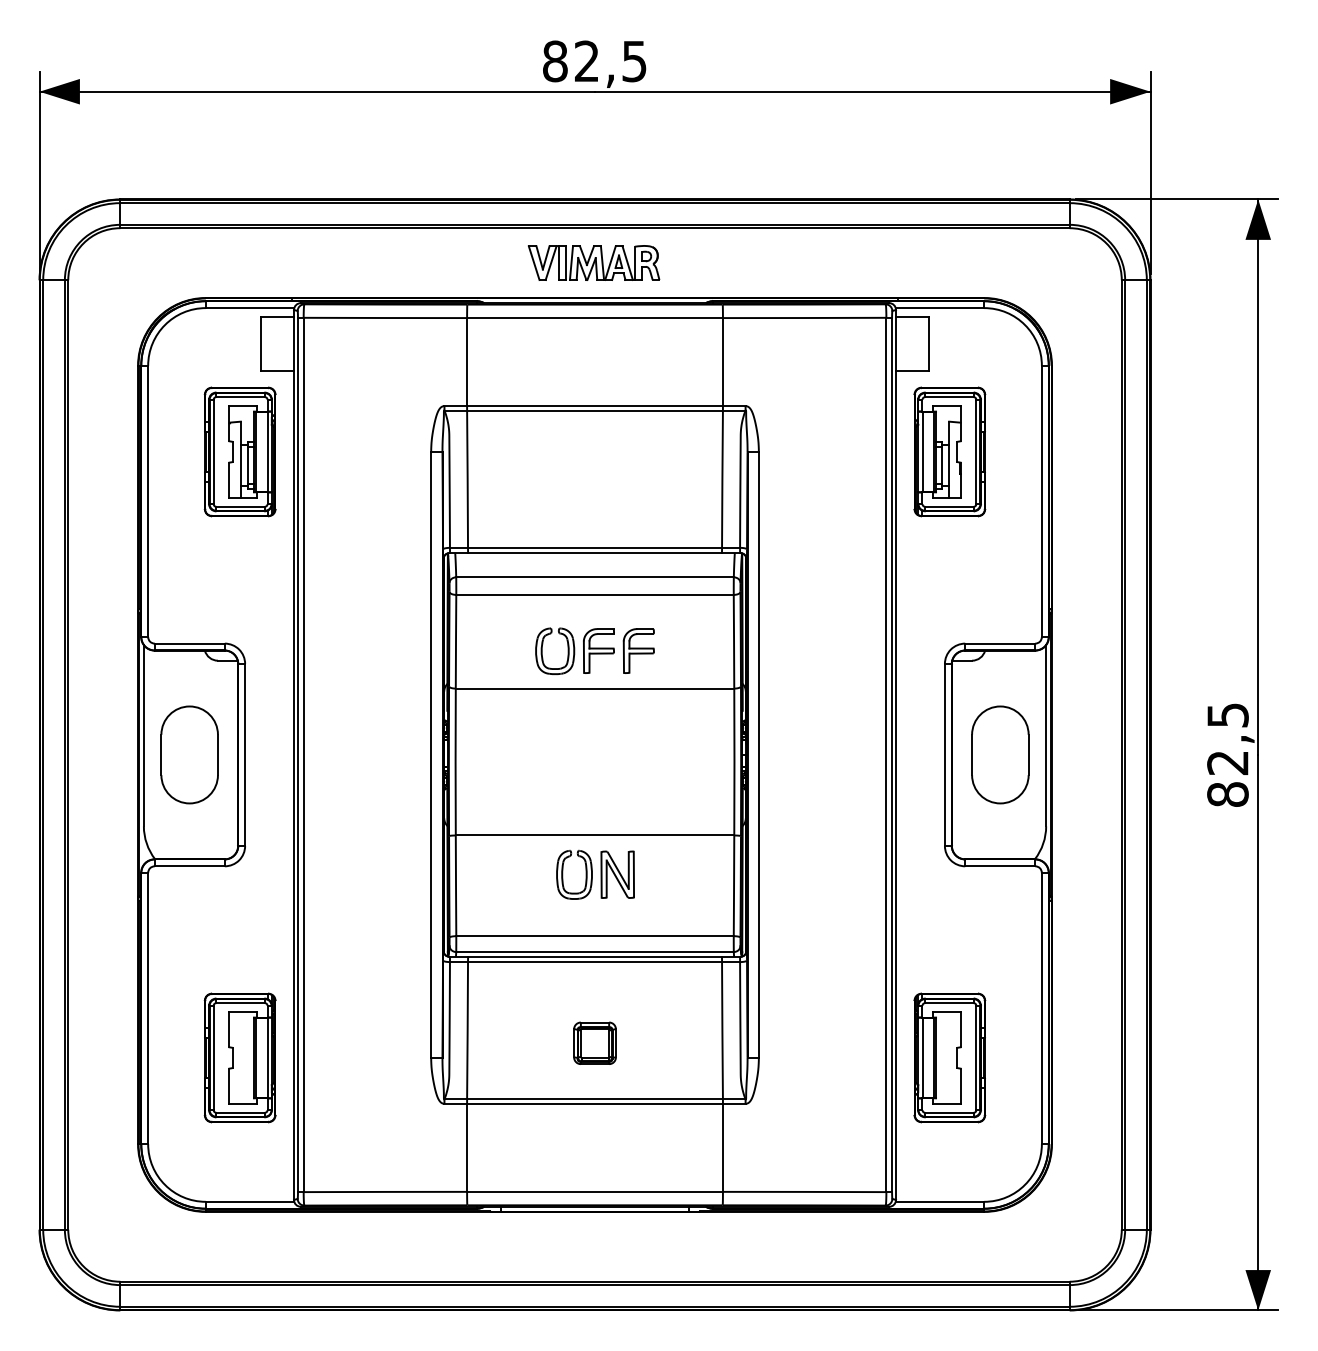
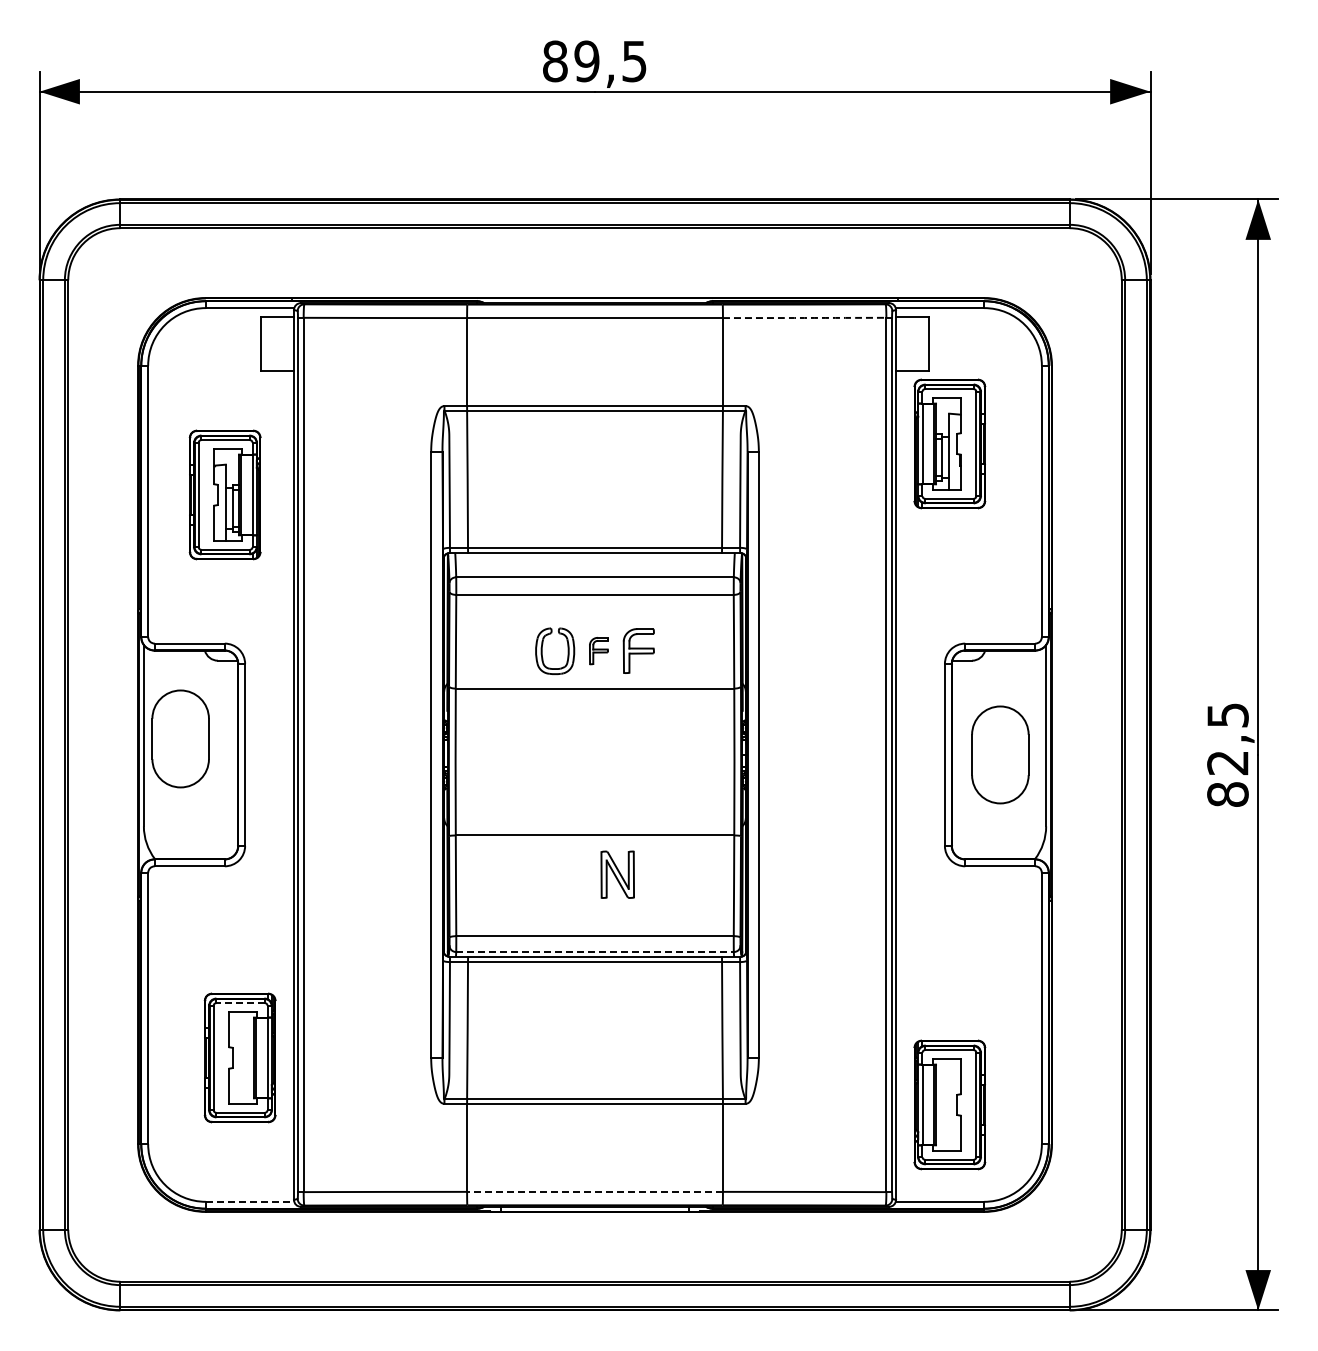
text at (586, 61): 82,5 -> 89,5
part at (594, 262): present -> none
arc at (804, 318): solid -> dashed
part at (239, 451) position: (239, 451) -> (224, 494)
part at (949, 451) position: (949, 451) -> (949, 443)
part at (598, 650) size: 32x46 px -> 20x29 px
part at (189, 754) position: (189, 754) -> (180, 738)
part at (563, 874): present -> none
line at (595, 952): solid -> dashed
line at (240, 1003): solid -> dashed
part at (594, 1042): present -> none
part at (949, 1057) position: (949, 1057) -> (949, 1104)
line at (595, 1191): solid -> dashed
line at (250, 1201): solid -> dashed
